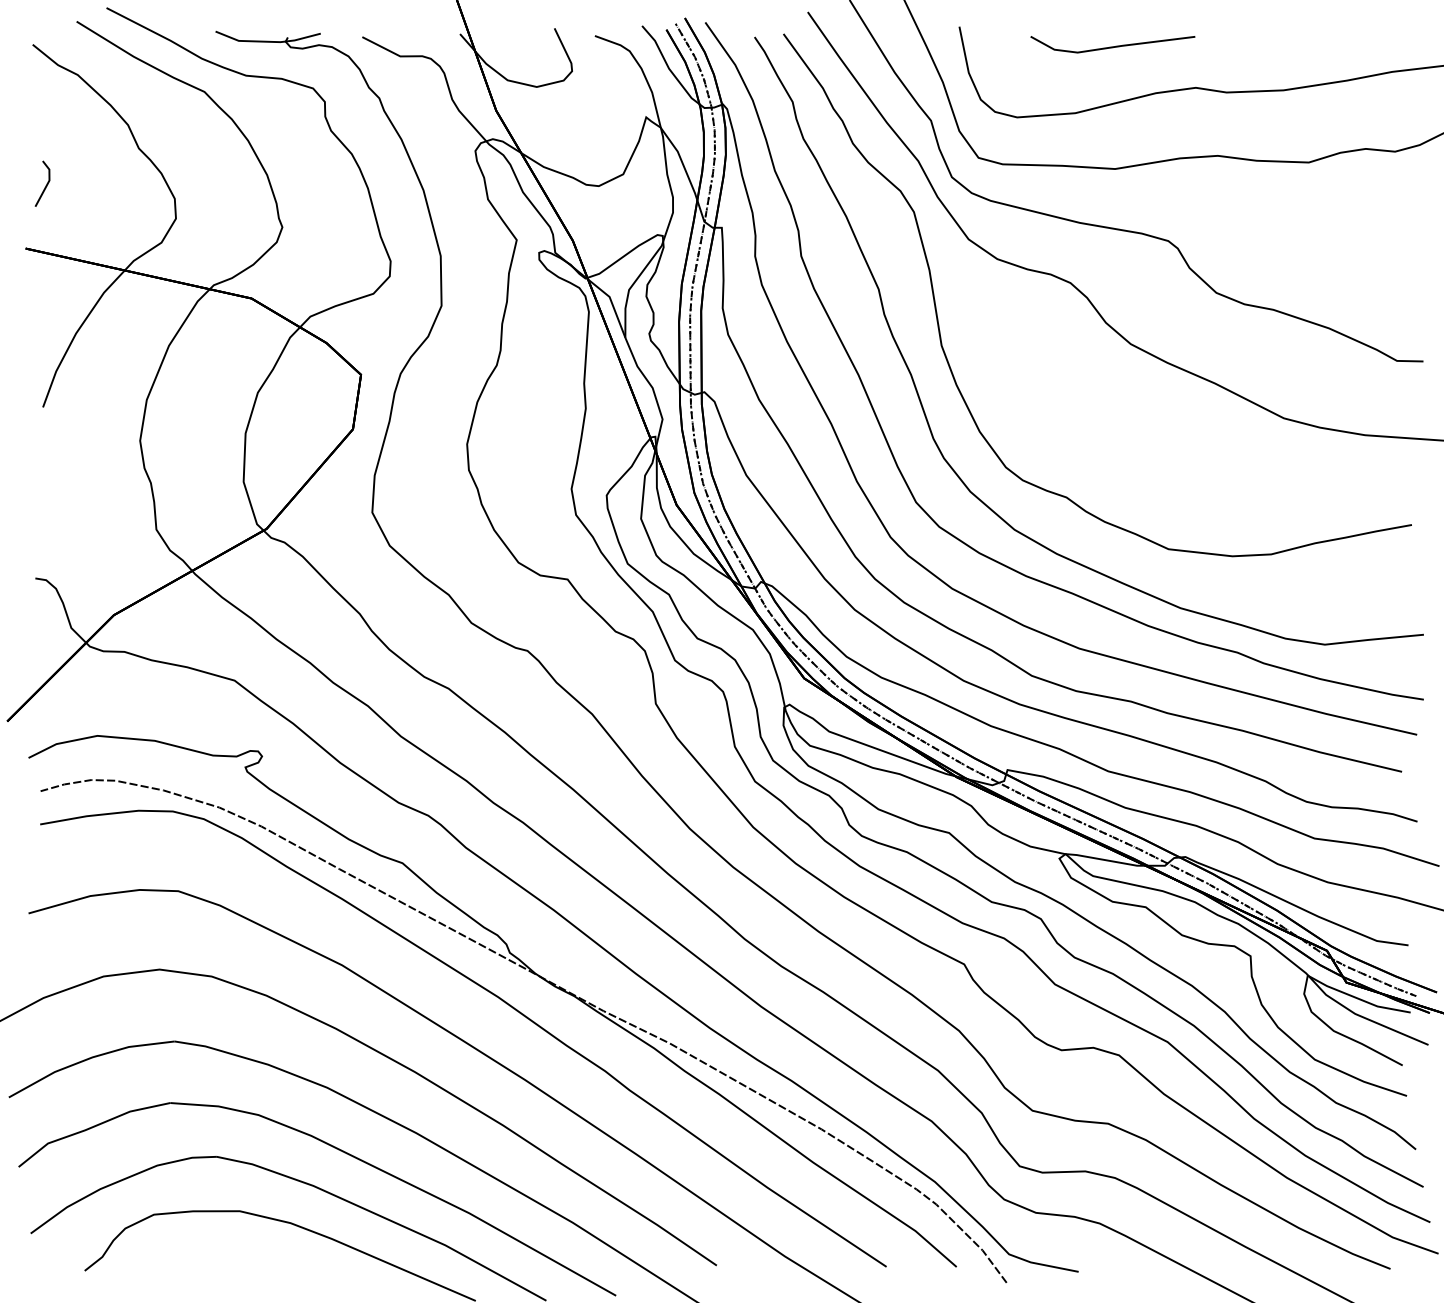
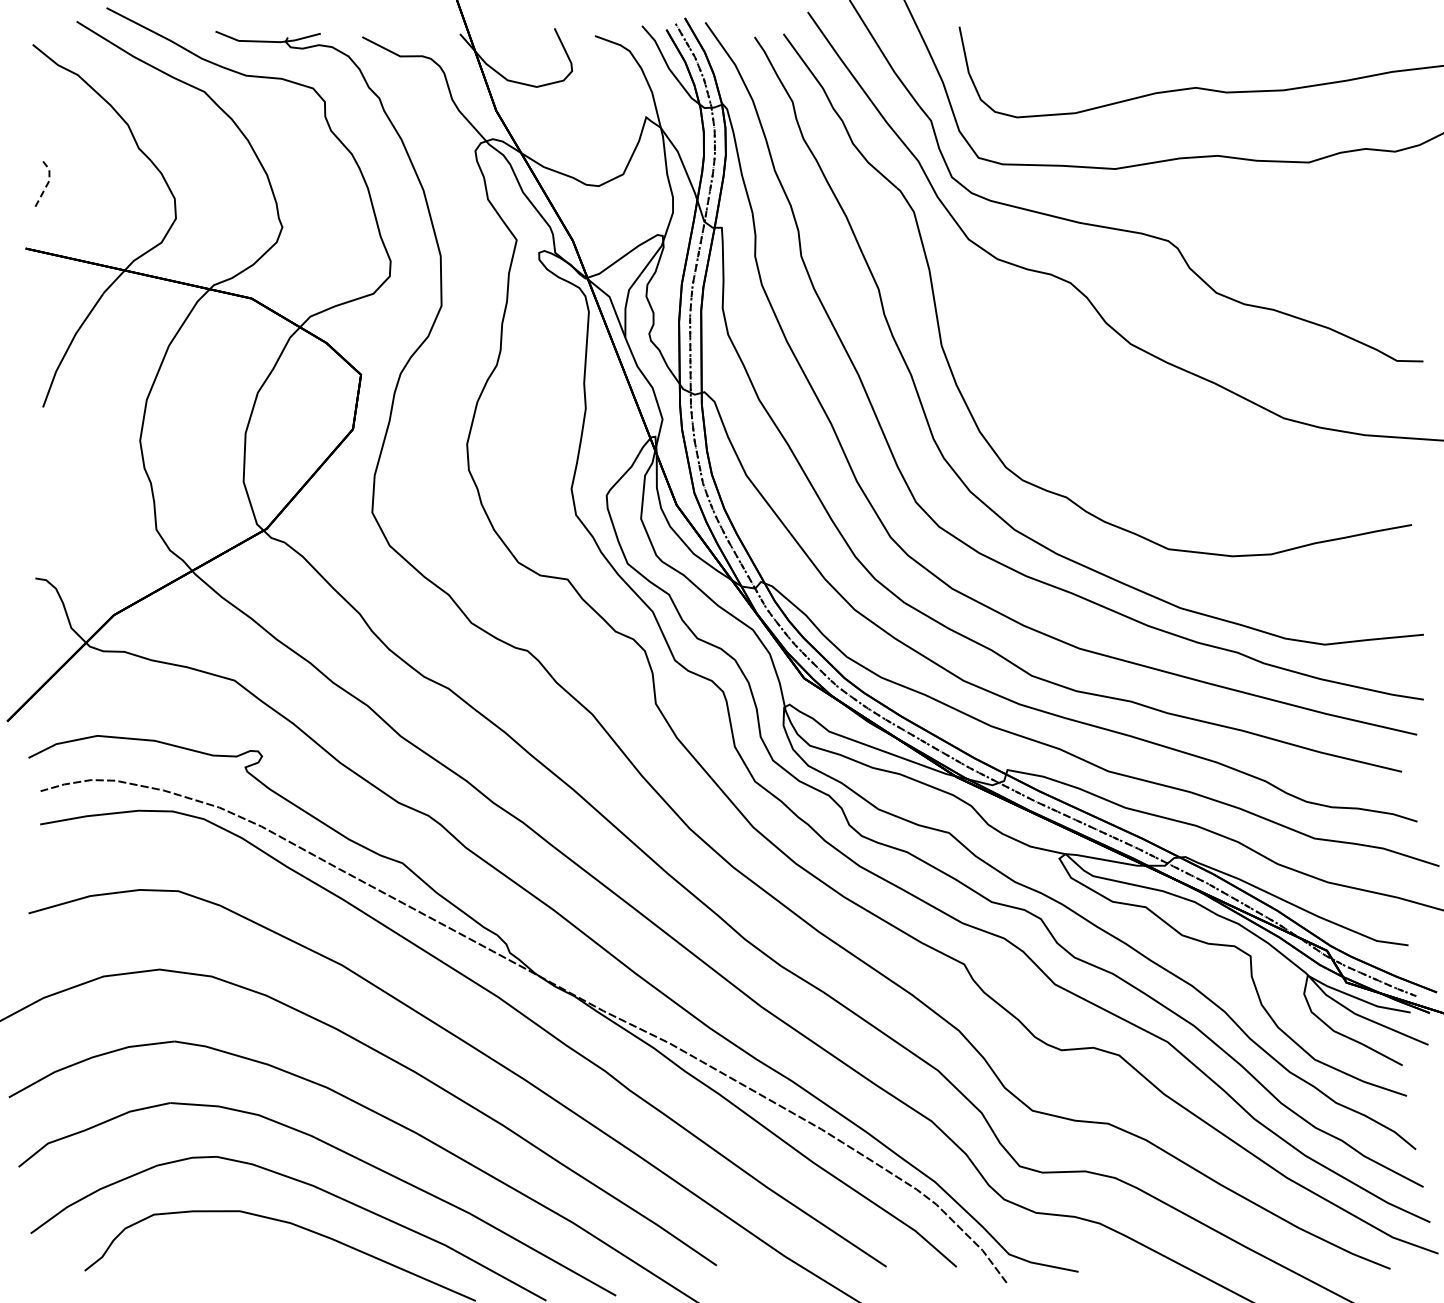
line at (1112, 46): present -> none
line at (48, 183): solid -> dashed
